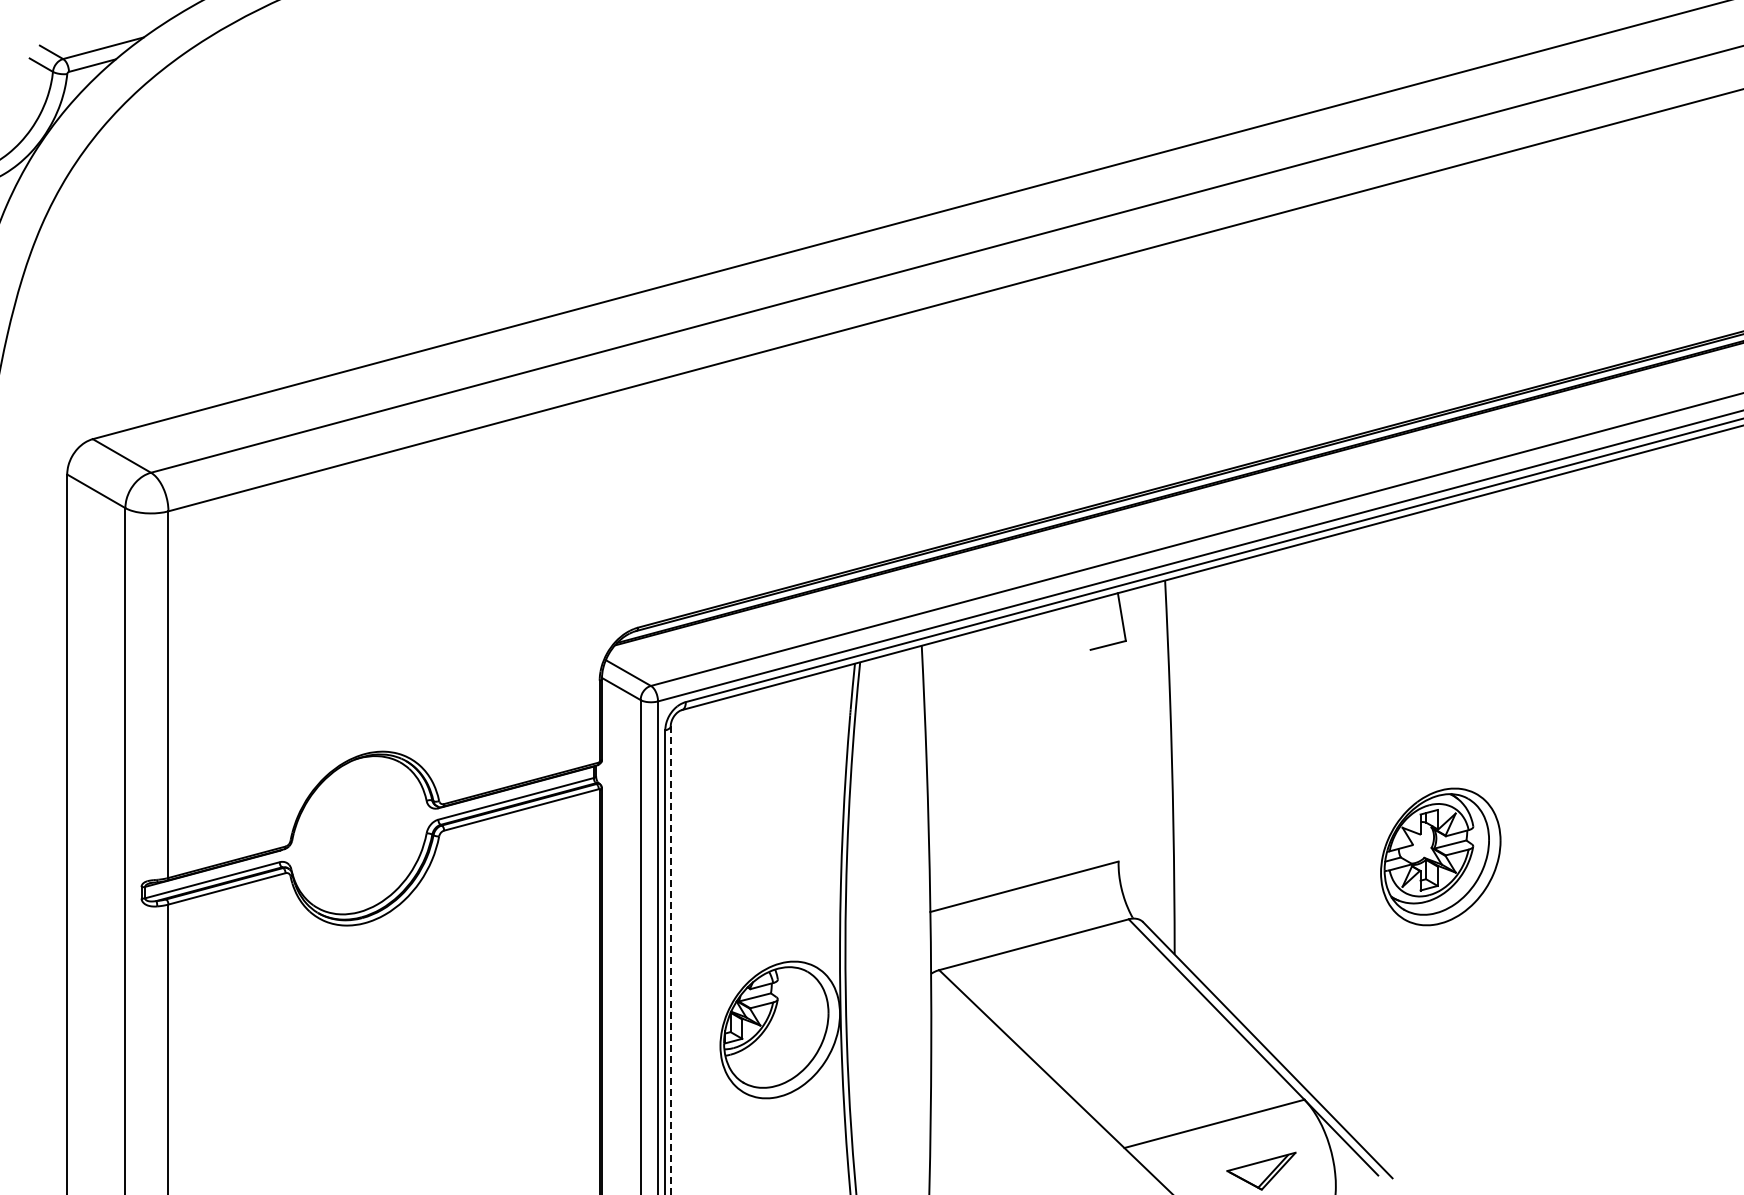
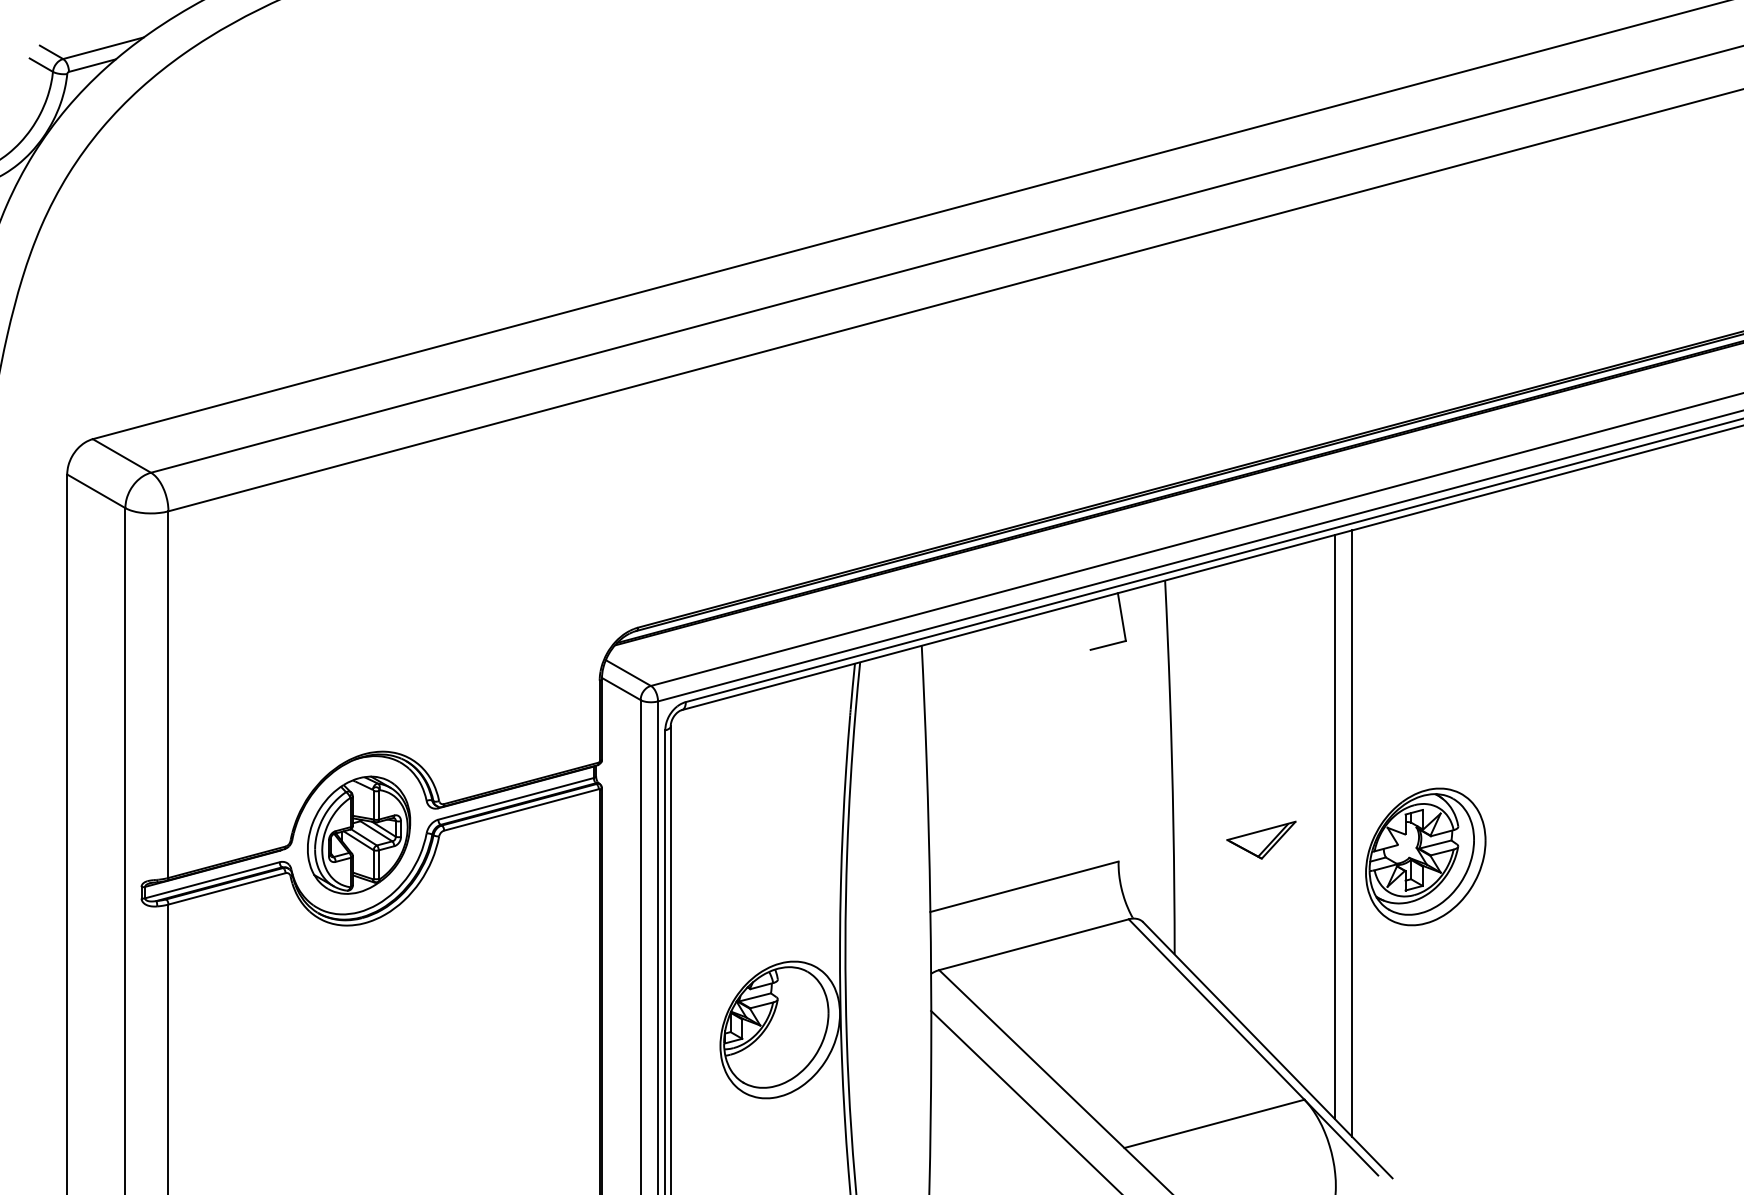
line at (1335, 826): none -> present
line at (1352, 833): none -> present
part at (359, 834): none -> present
part at (1440, 856) position: (1440, 856) -> (1425, 856)
line at (670, 960): dashed -> solid
line at (1025, 1100): none -> present
part at (1261, 1170) position: (1261, 1170) -> (1261, 839)
